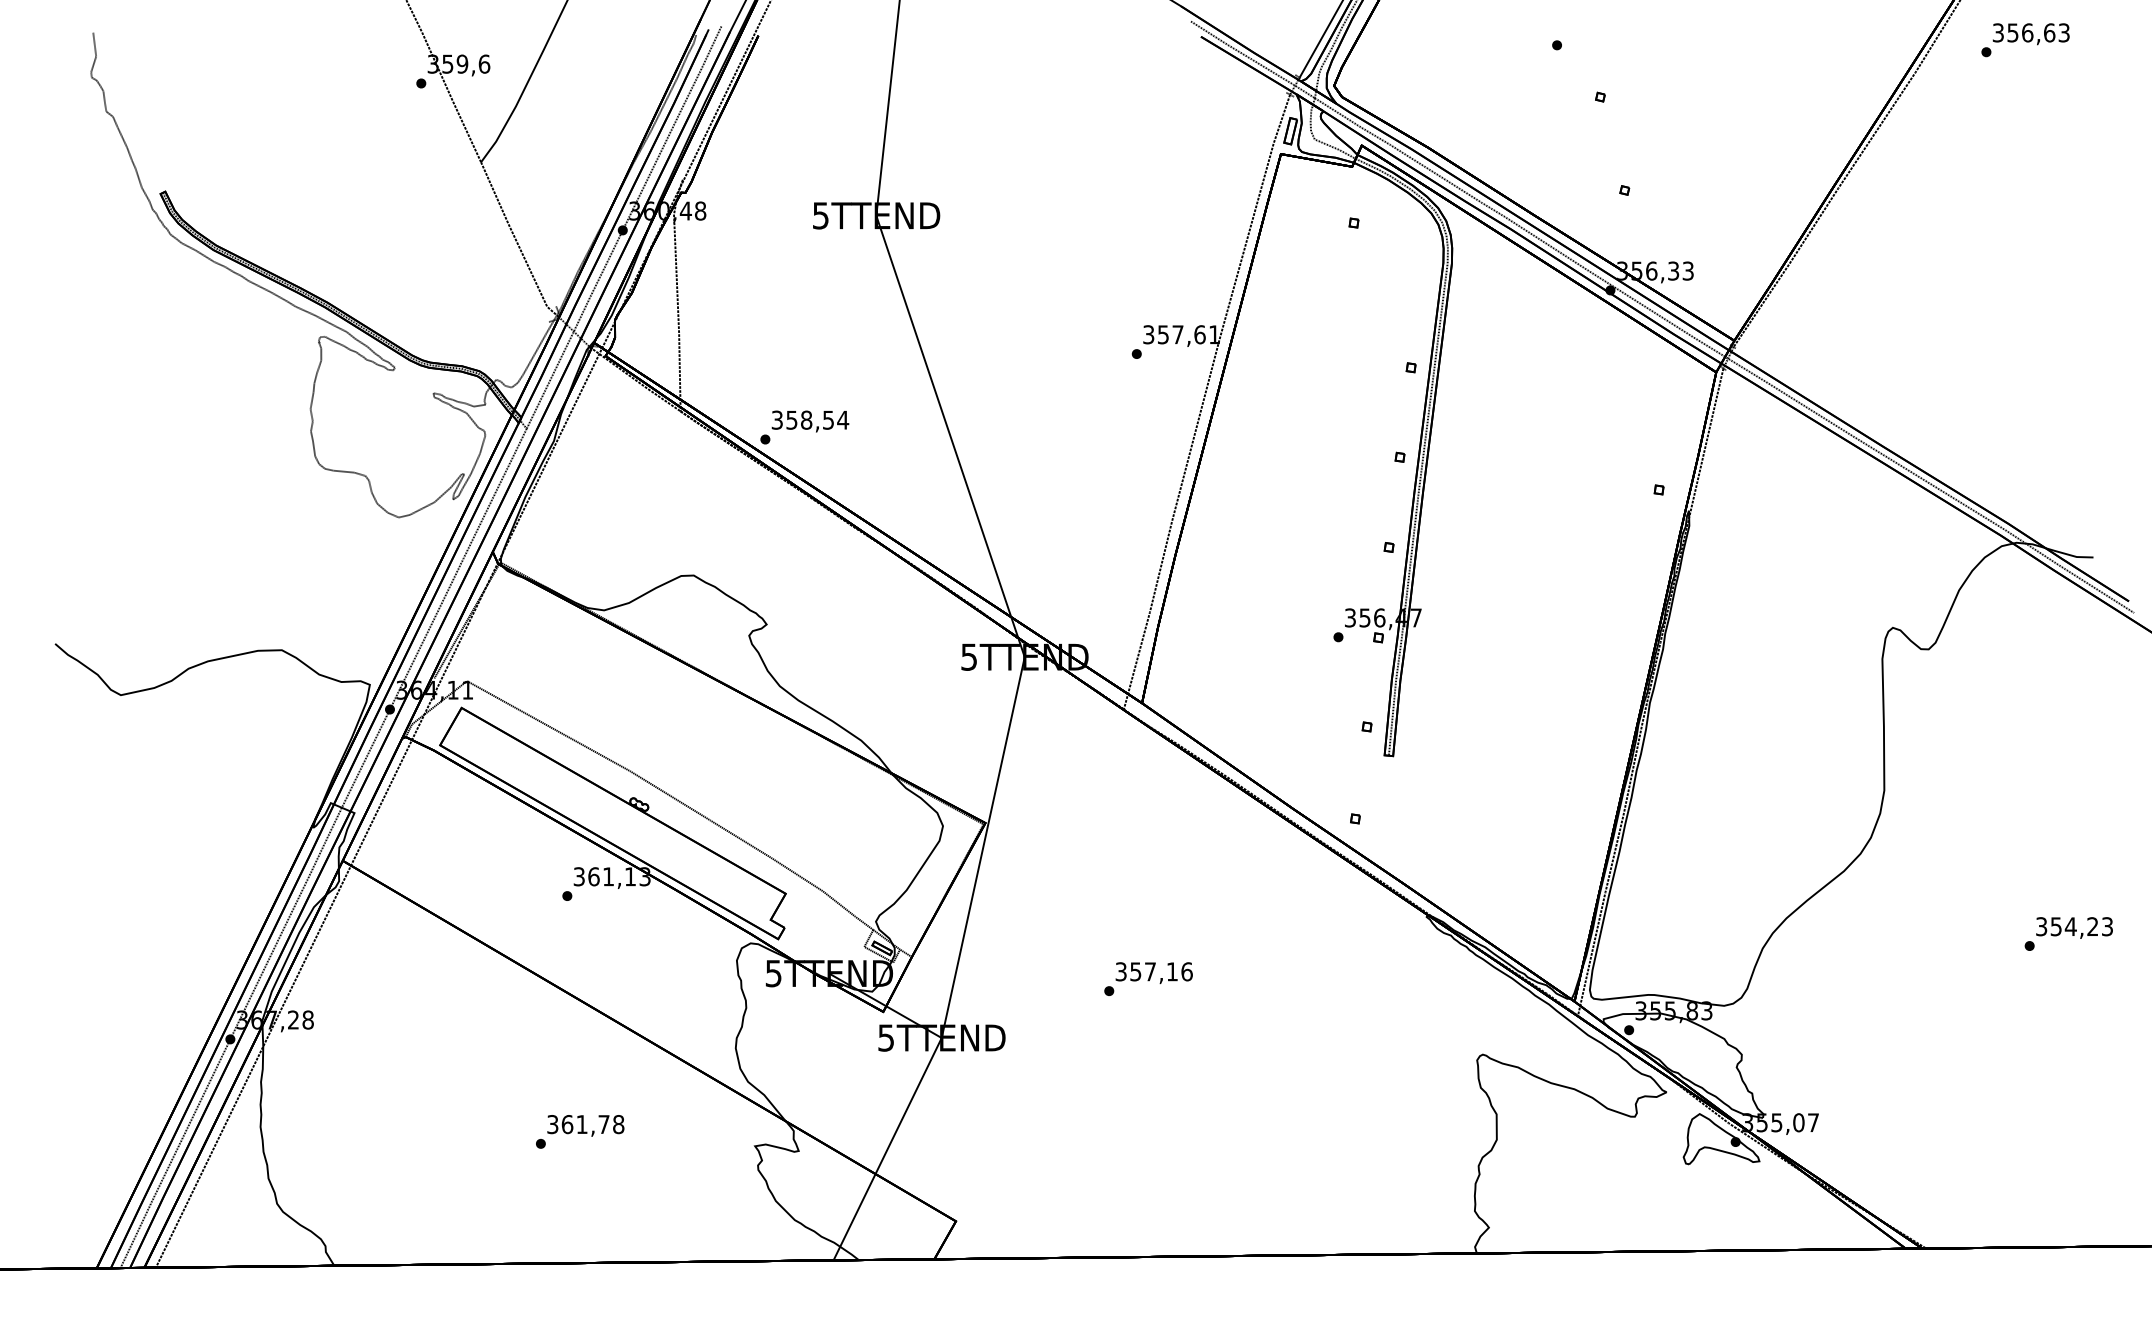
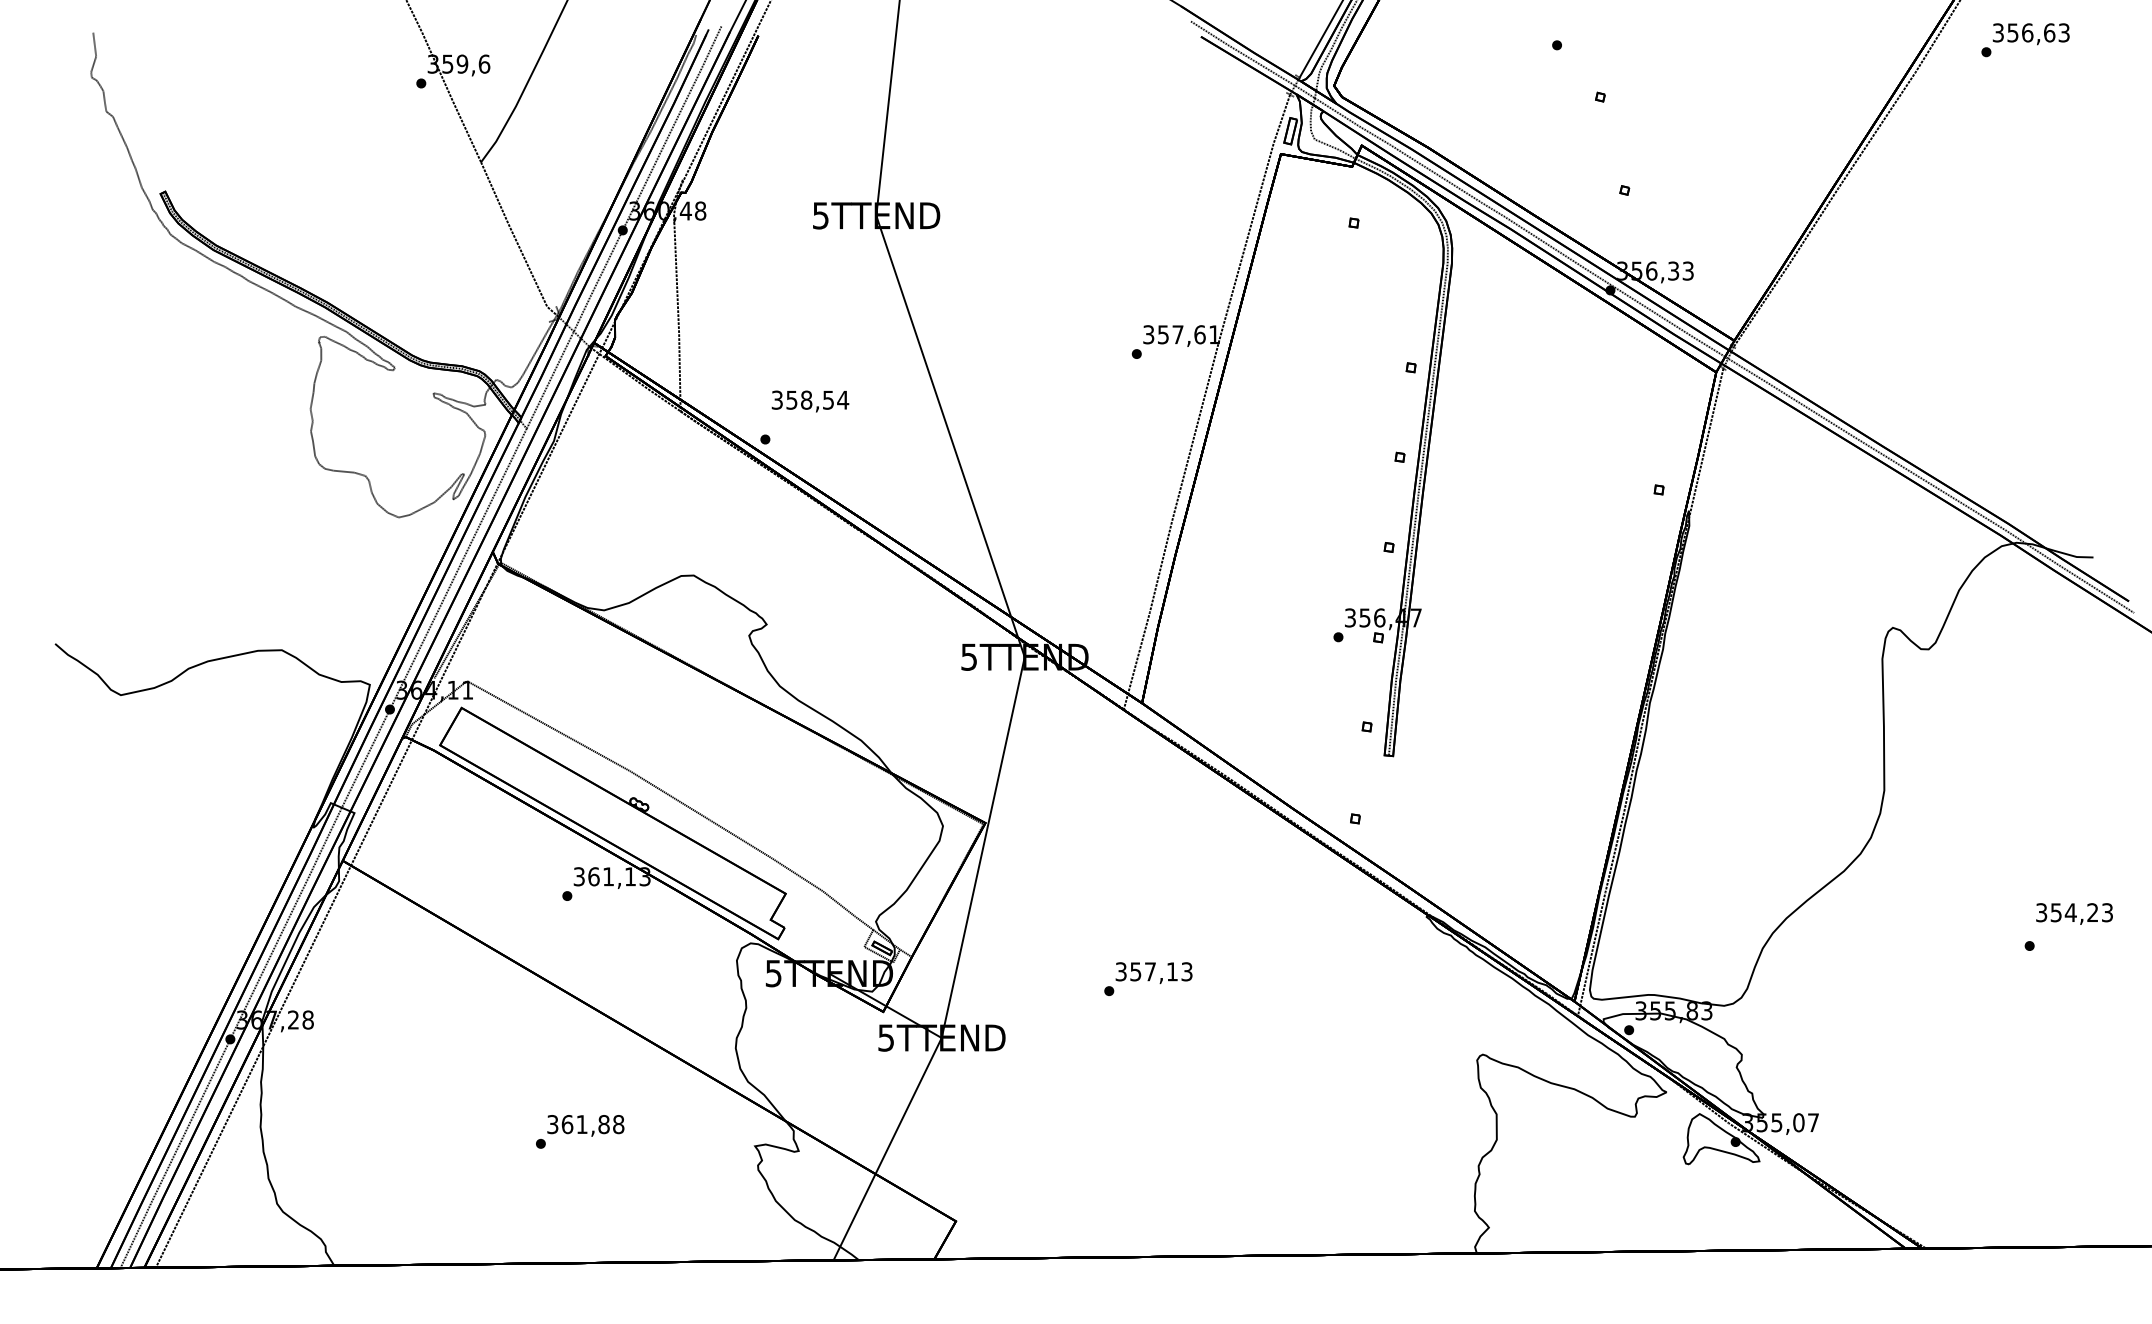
text at (810, 421) position: (810, 421) -> (810, 401)
text at (2074, 927) position: (2074, 927) -> (2074, 913)
text at (1186, 971): 357,16 -> 357,13
text at (603, 1124): 361,78 -> 361,88
